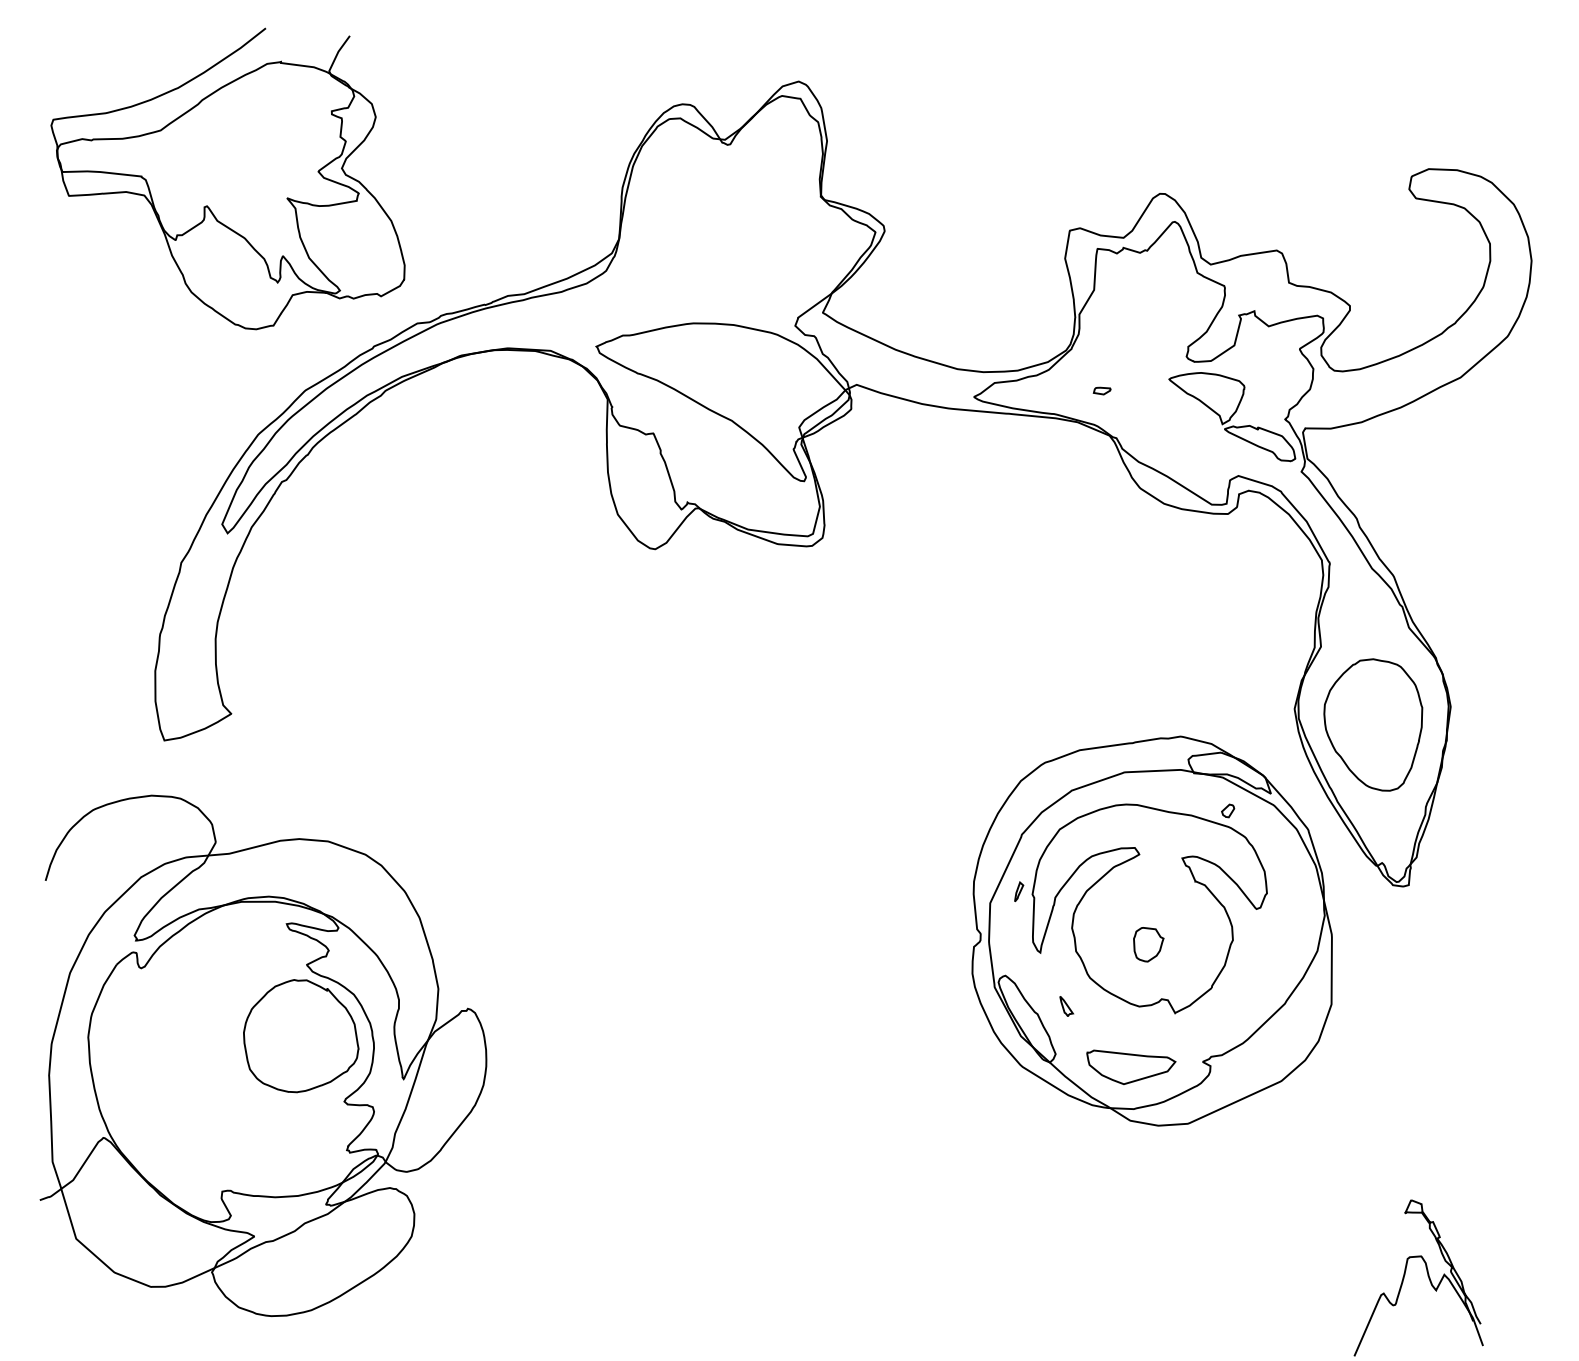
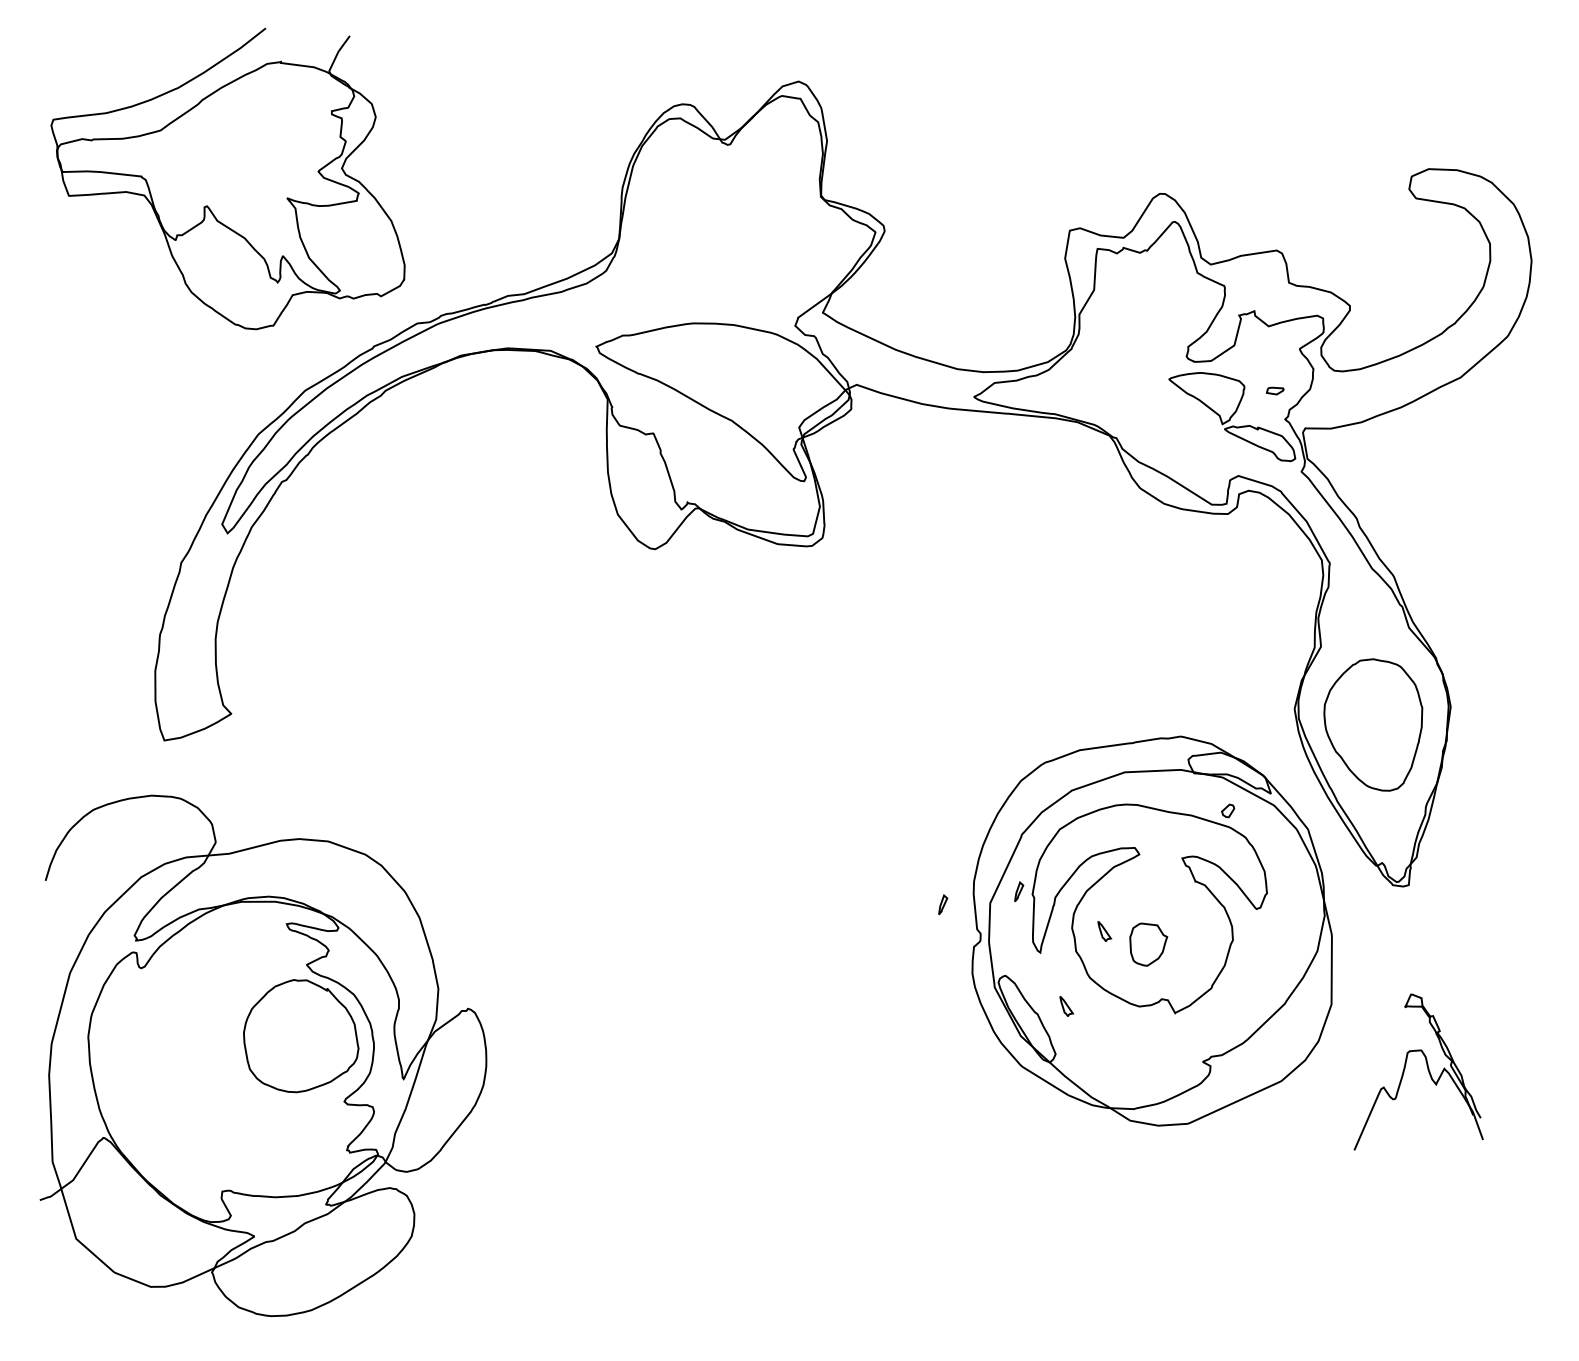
part at (1101, 390) position: (1101, 390) -> (1274, 390)
part at (943, 904): none -> present
part at (1104, 931): none -> present
part at (1148, 944) size: 32x36 px -> 40x45 px
part at (1131, 1066): present -> none
part at (1427, 1276) position: (1427, 1276) -> (1427, 1070)
